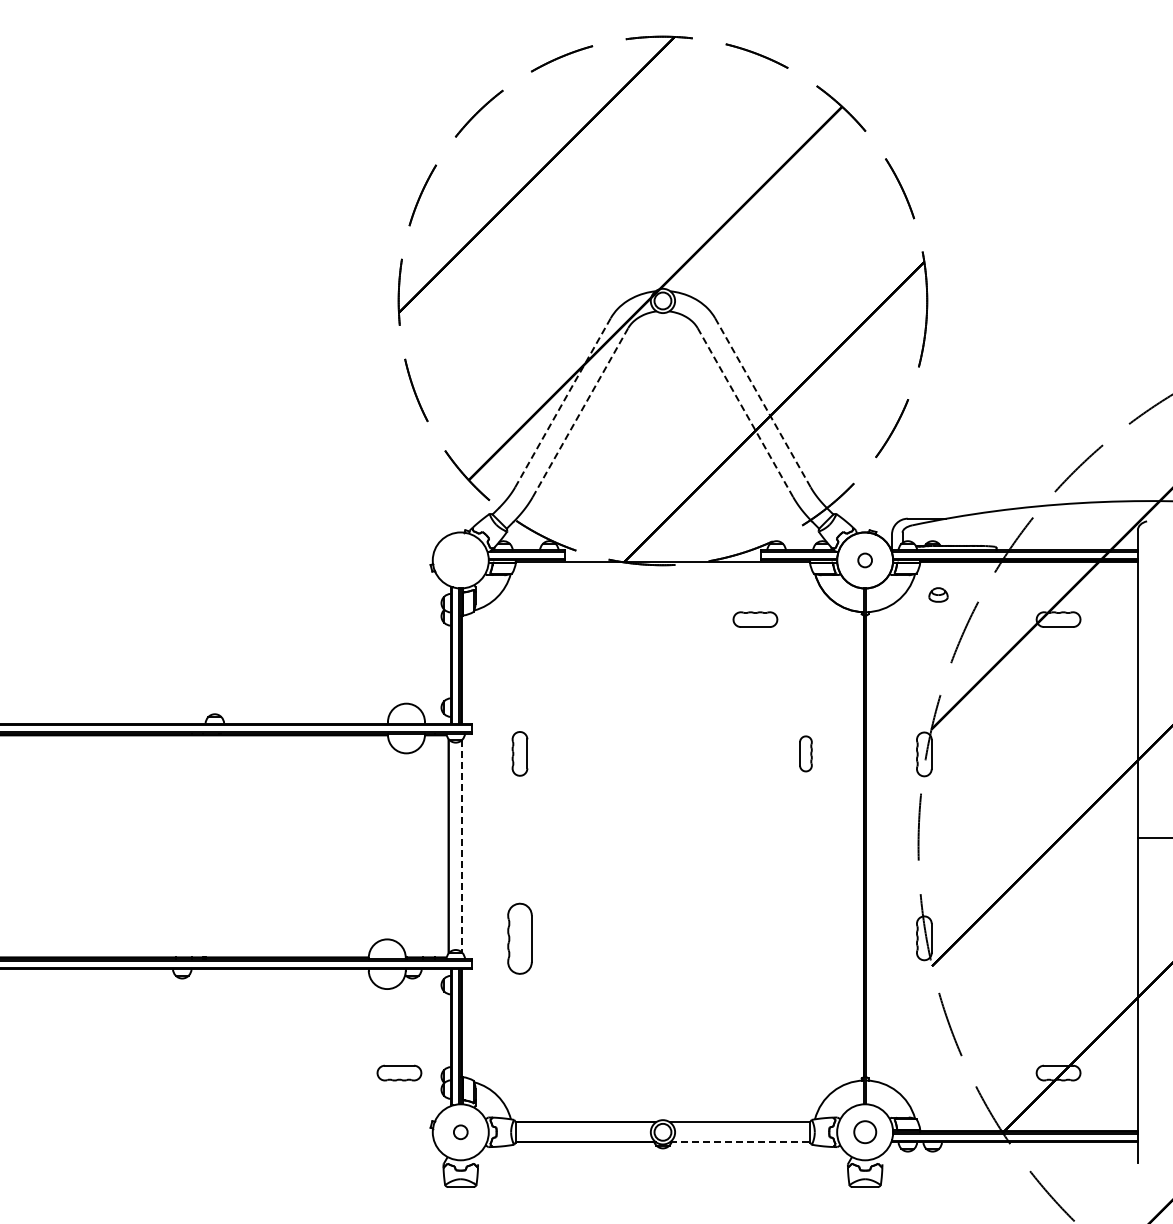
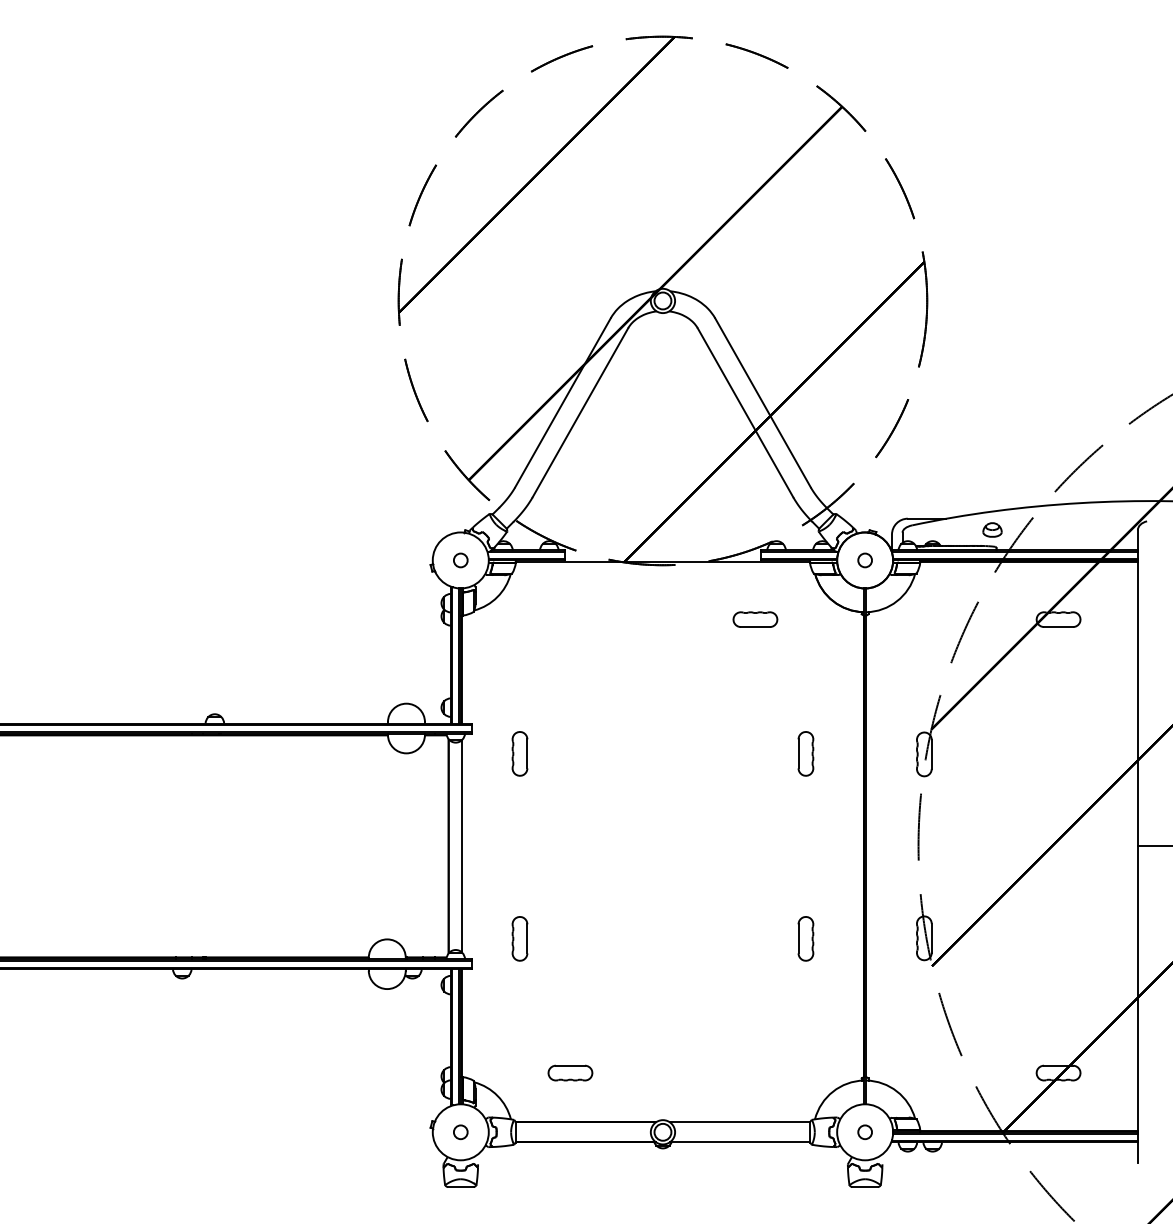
line at (563, 402): dashed -> solid
line at (763, 403): dashed -> solid
line at (580, 412): dashed -> solid
line at (745, 413): dashed -> solid
circle at (460, 560): none -> present
part at (938, 594) position: (938, 594) -> (992, 529)
part at (805, 753) size: 14x38 px -> 18x46 px
line at (1153, 838) position: (1153, 838) -> (1153, 846)
line at (461, 846): dashed -> solid
part at (519, 938) size: 26x73 px -> 18x46 px
part at (805, 938): none -> present
part at (399, 1072) position: (399, 1072) -> (570, 1072)
circle at (865, 1132) size: 25x25 px -> 16x17 px
line at (740, 1142): dashed -> solid
